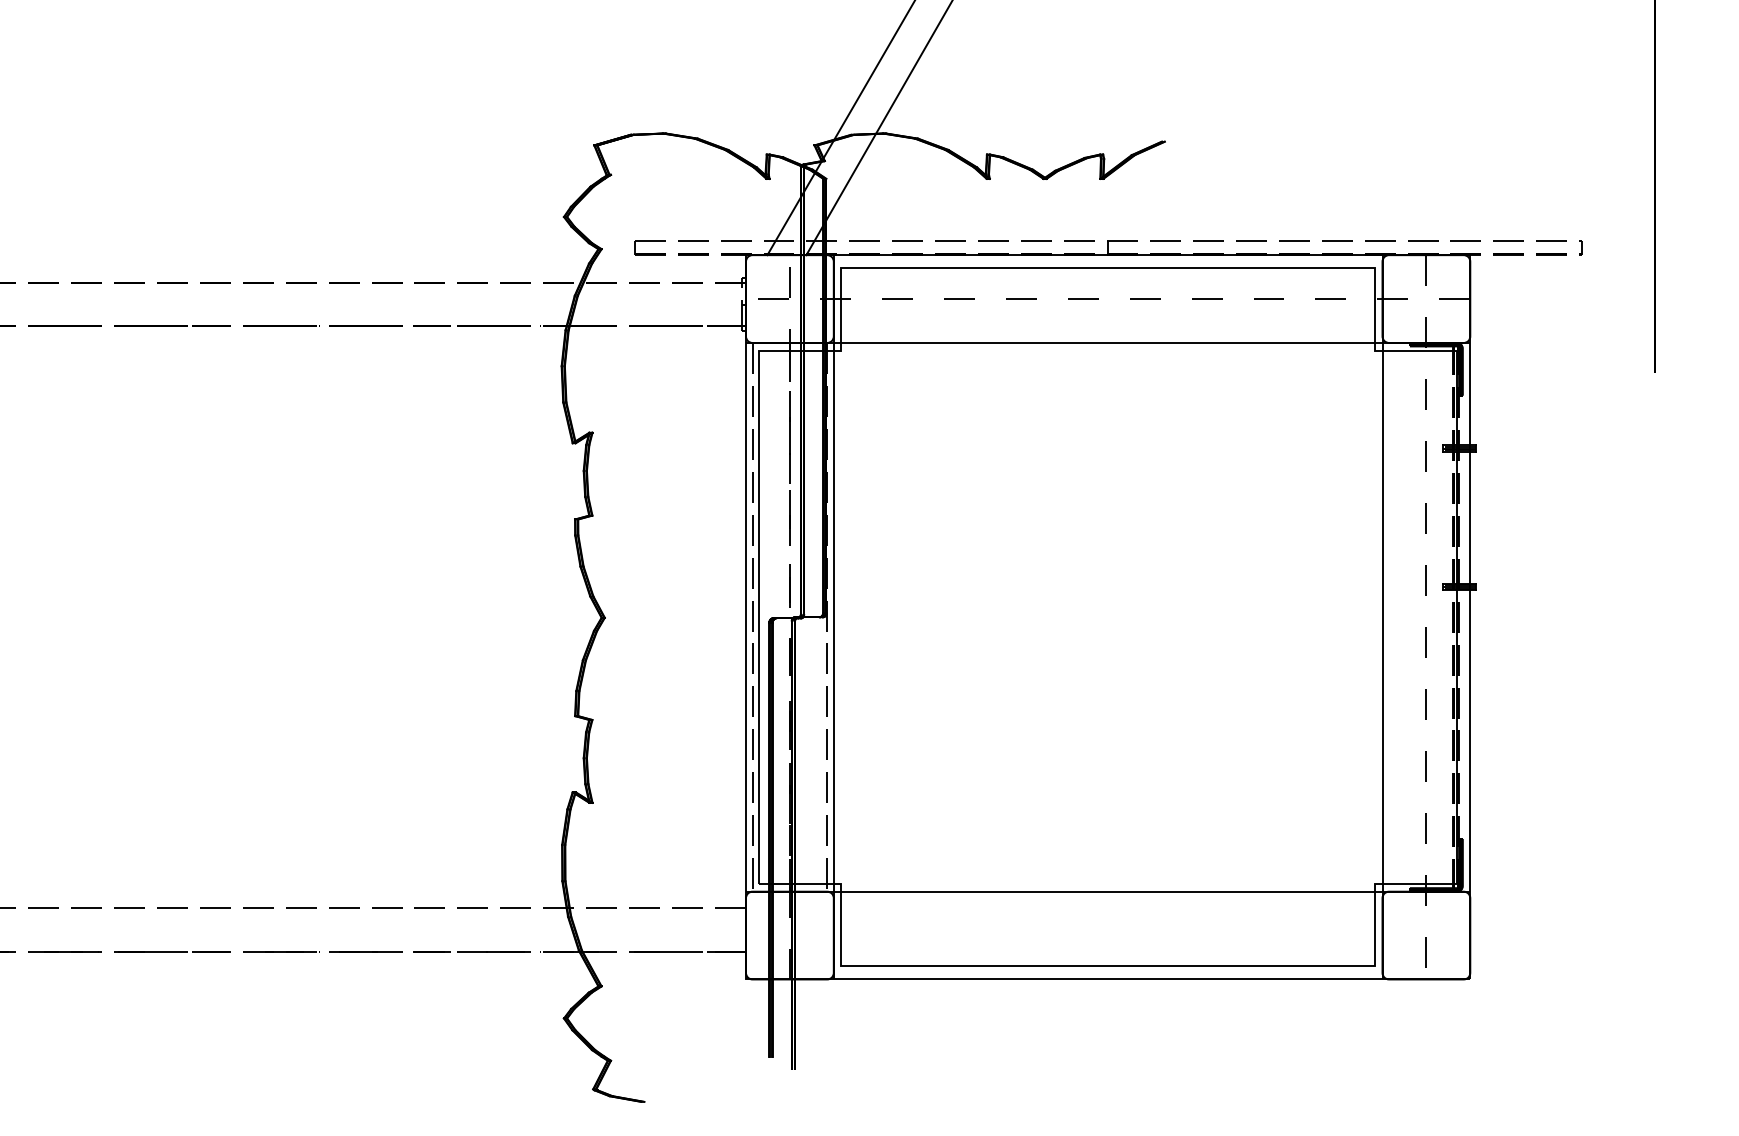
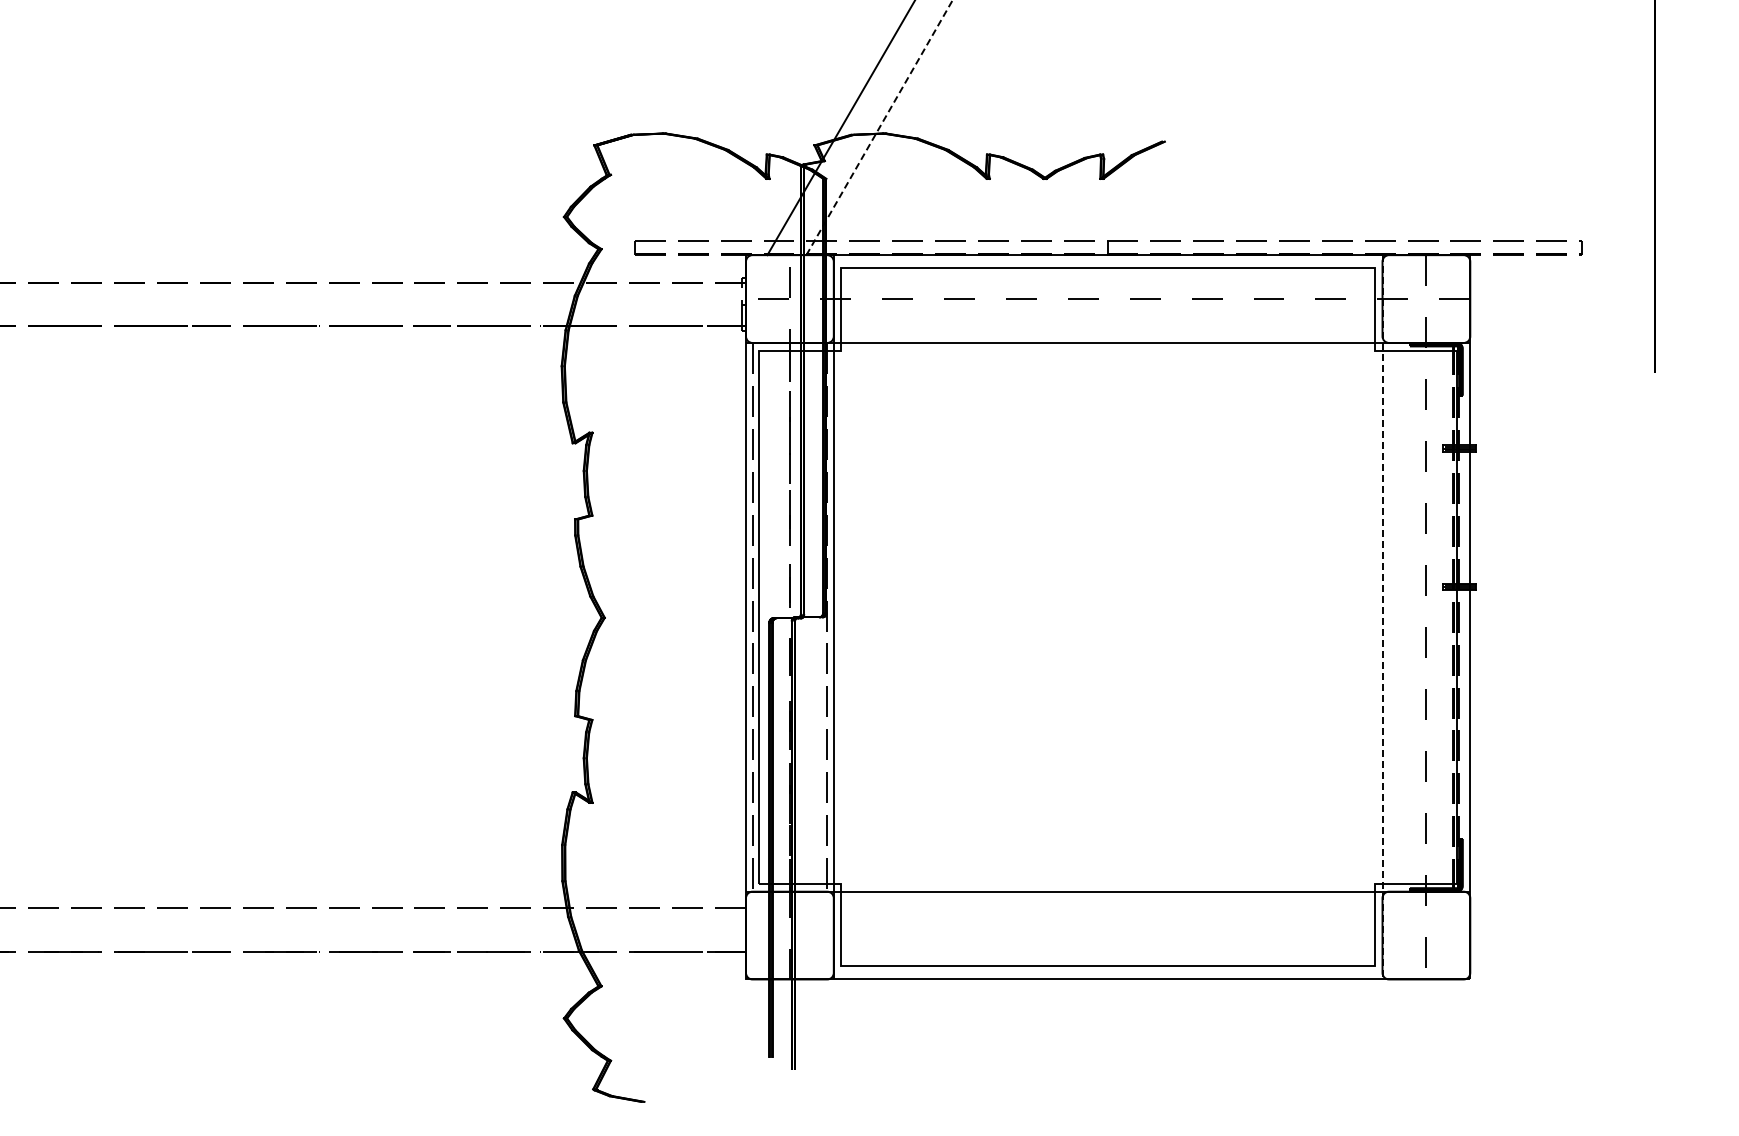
line at (879, 127): solid -> dashed
line at (1382, 617): solid -> dashed
